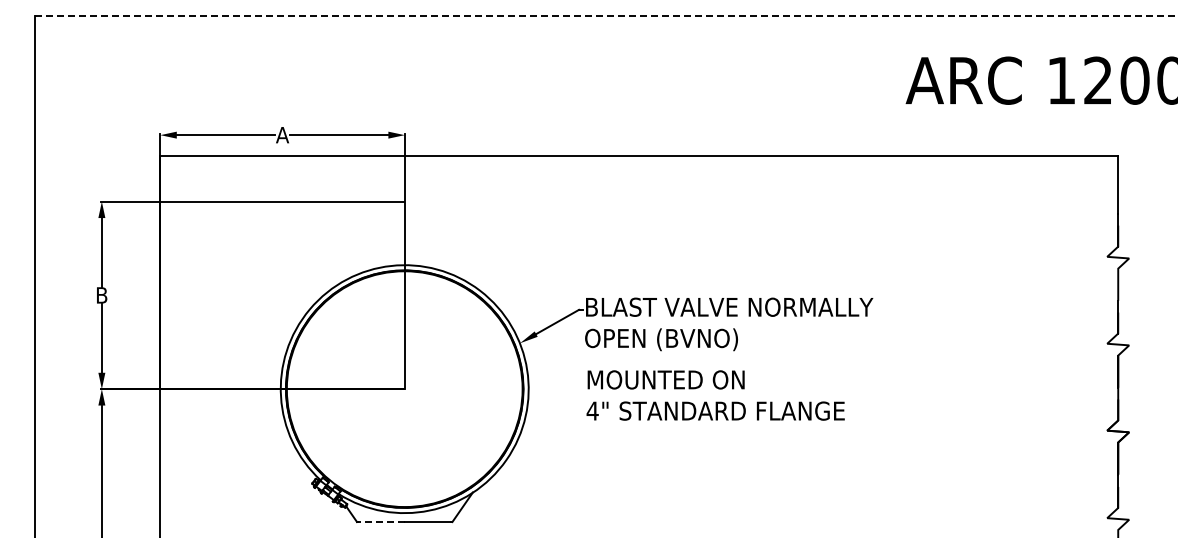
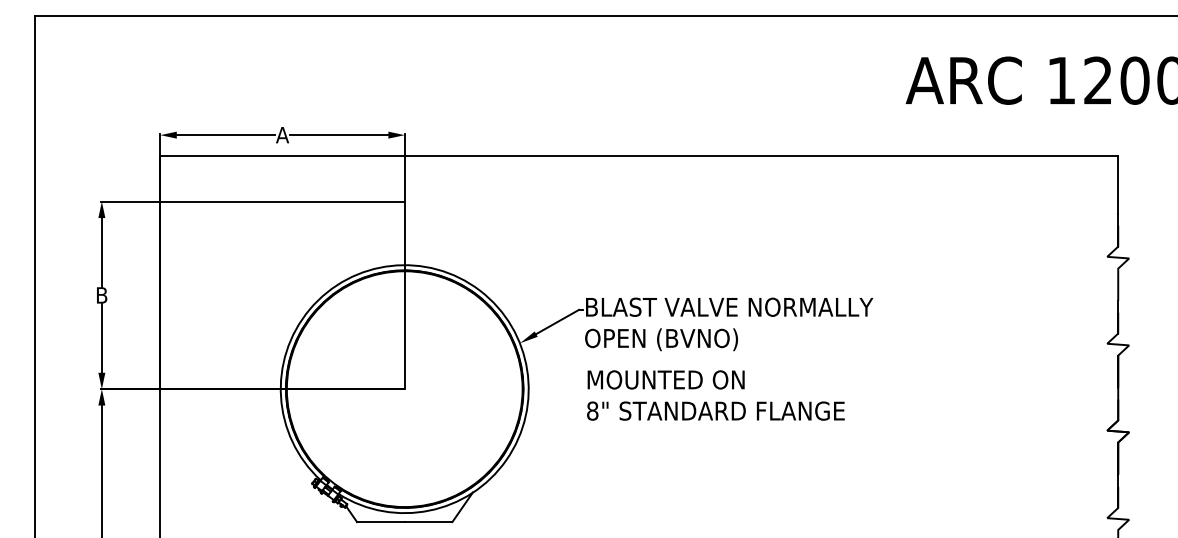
line at (607, 15): dashed -> solid
text at (592, 410): 4" -> 8"
line at (381, 522): dashed -> solid
